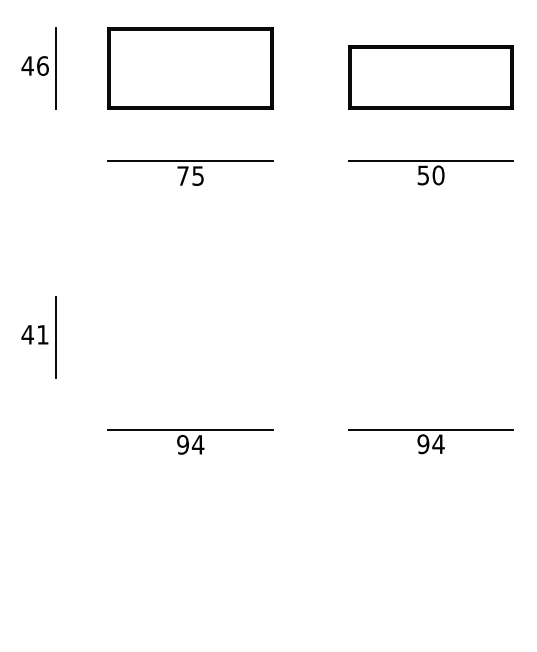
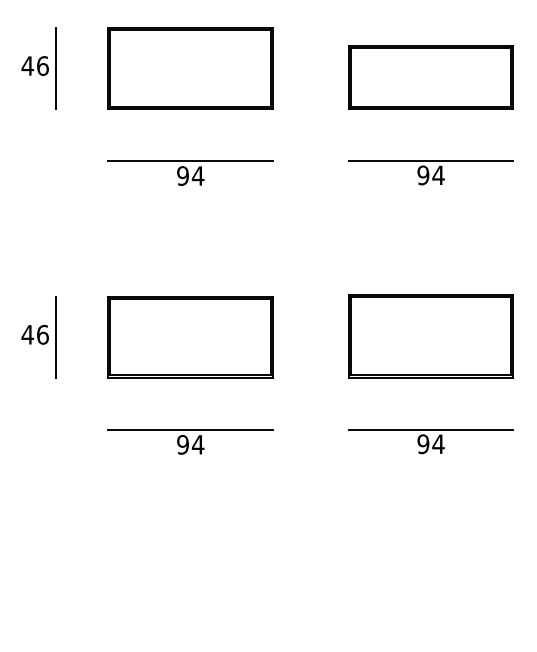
text at (190, 175): 75 -> 94
text at (430, 175): 50 -> 94
text at (42, 334): 41 -> 46
part at (430, 336): none -> present
part at (190, 337): none -> present
